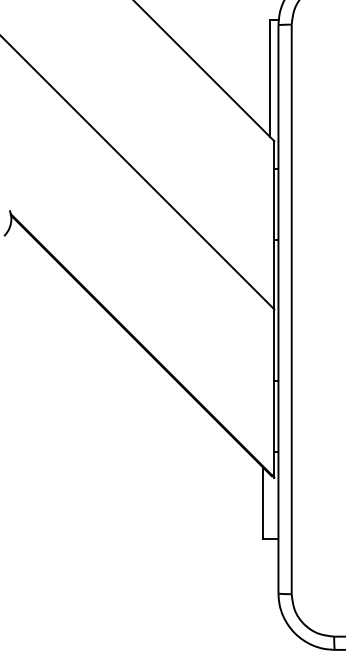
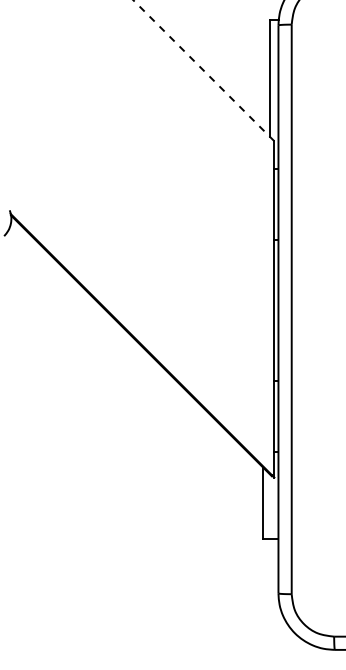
line at (203, 70): solid -> dashed
line at (138, 173): present -> none
